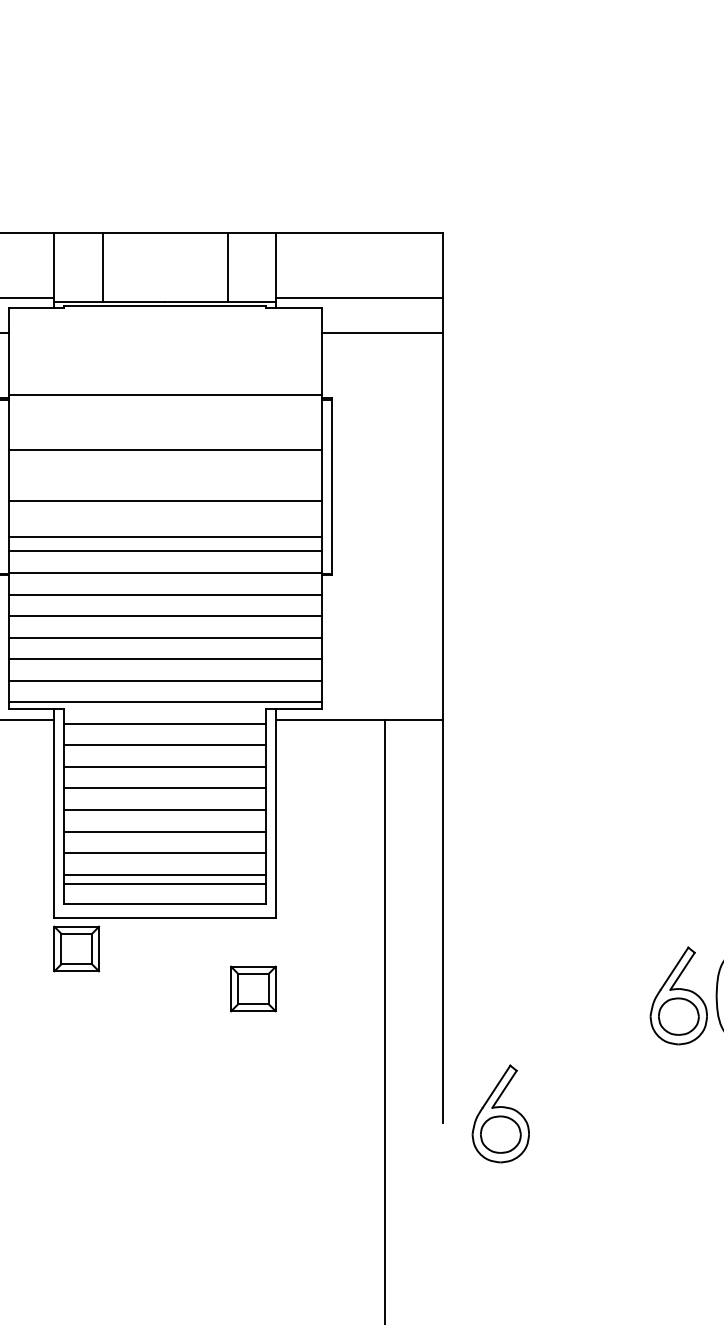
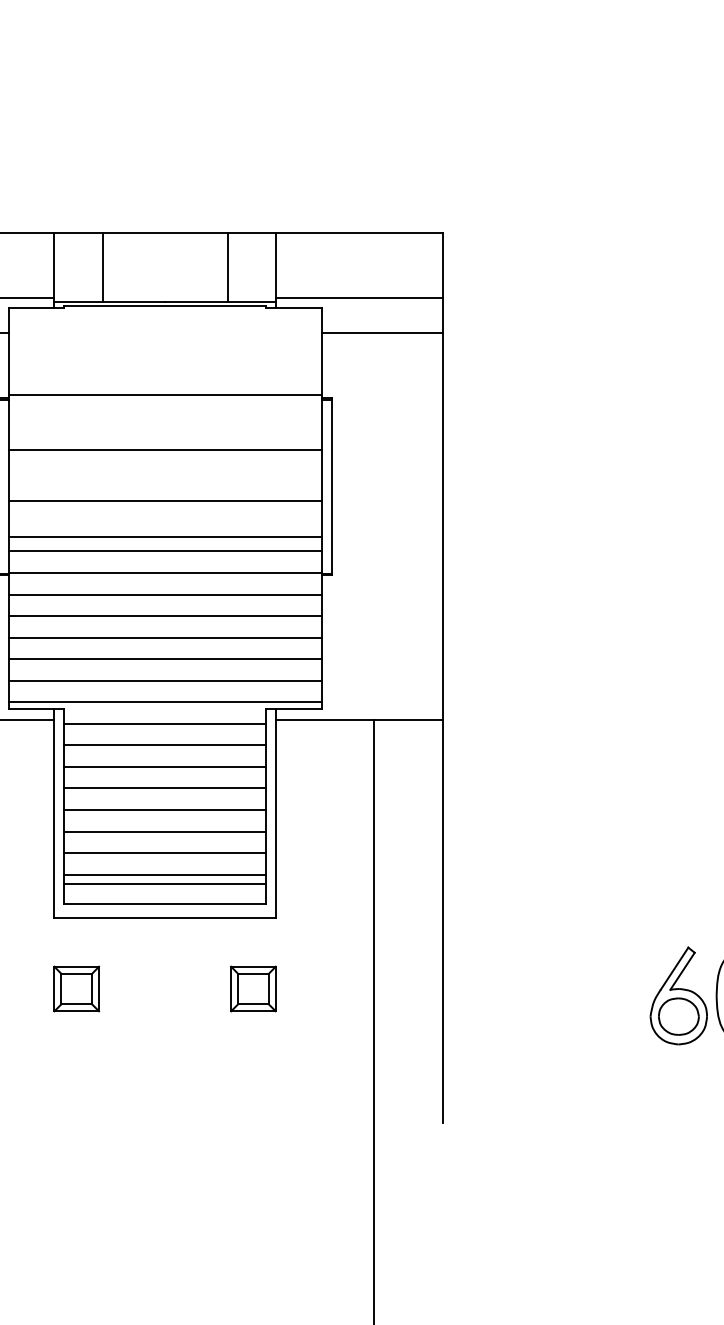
part at (76, 948) position: (76, 948) -> (76, 988)
line at (384, 1020) position: (384, 1020) -> (373, 1020)
part at (500, 1113): present -> none
